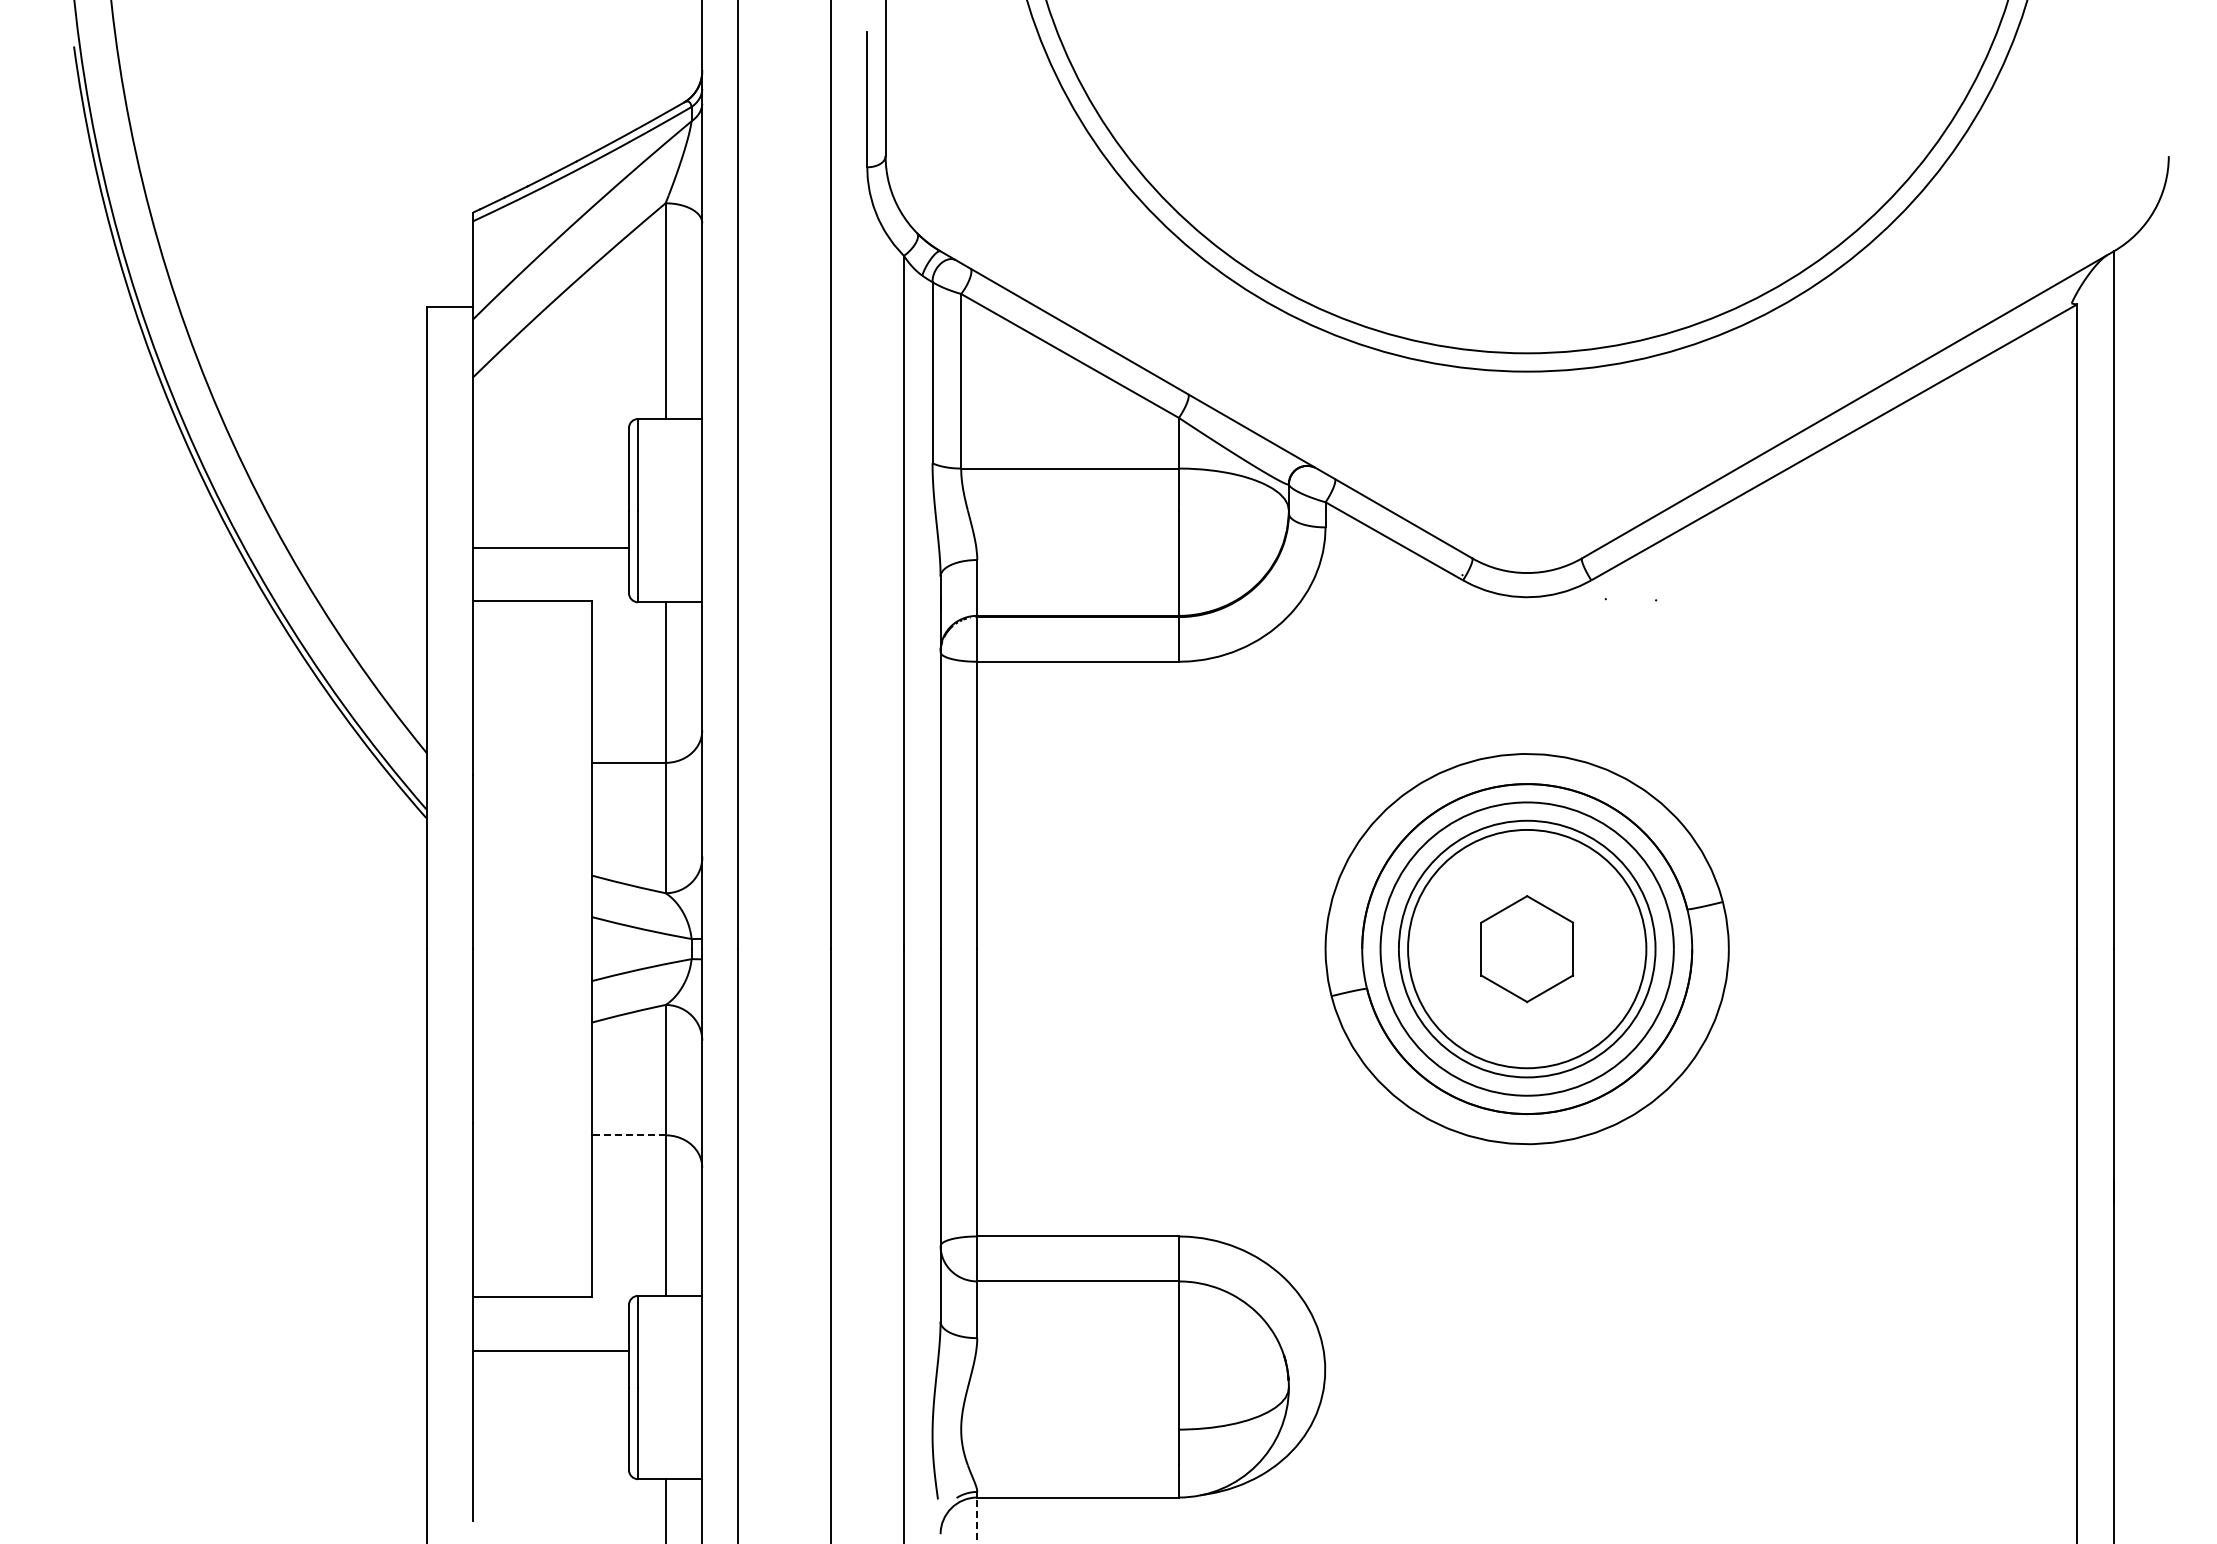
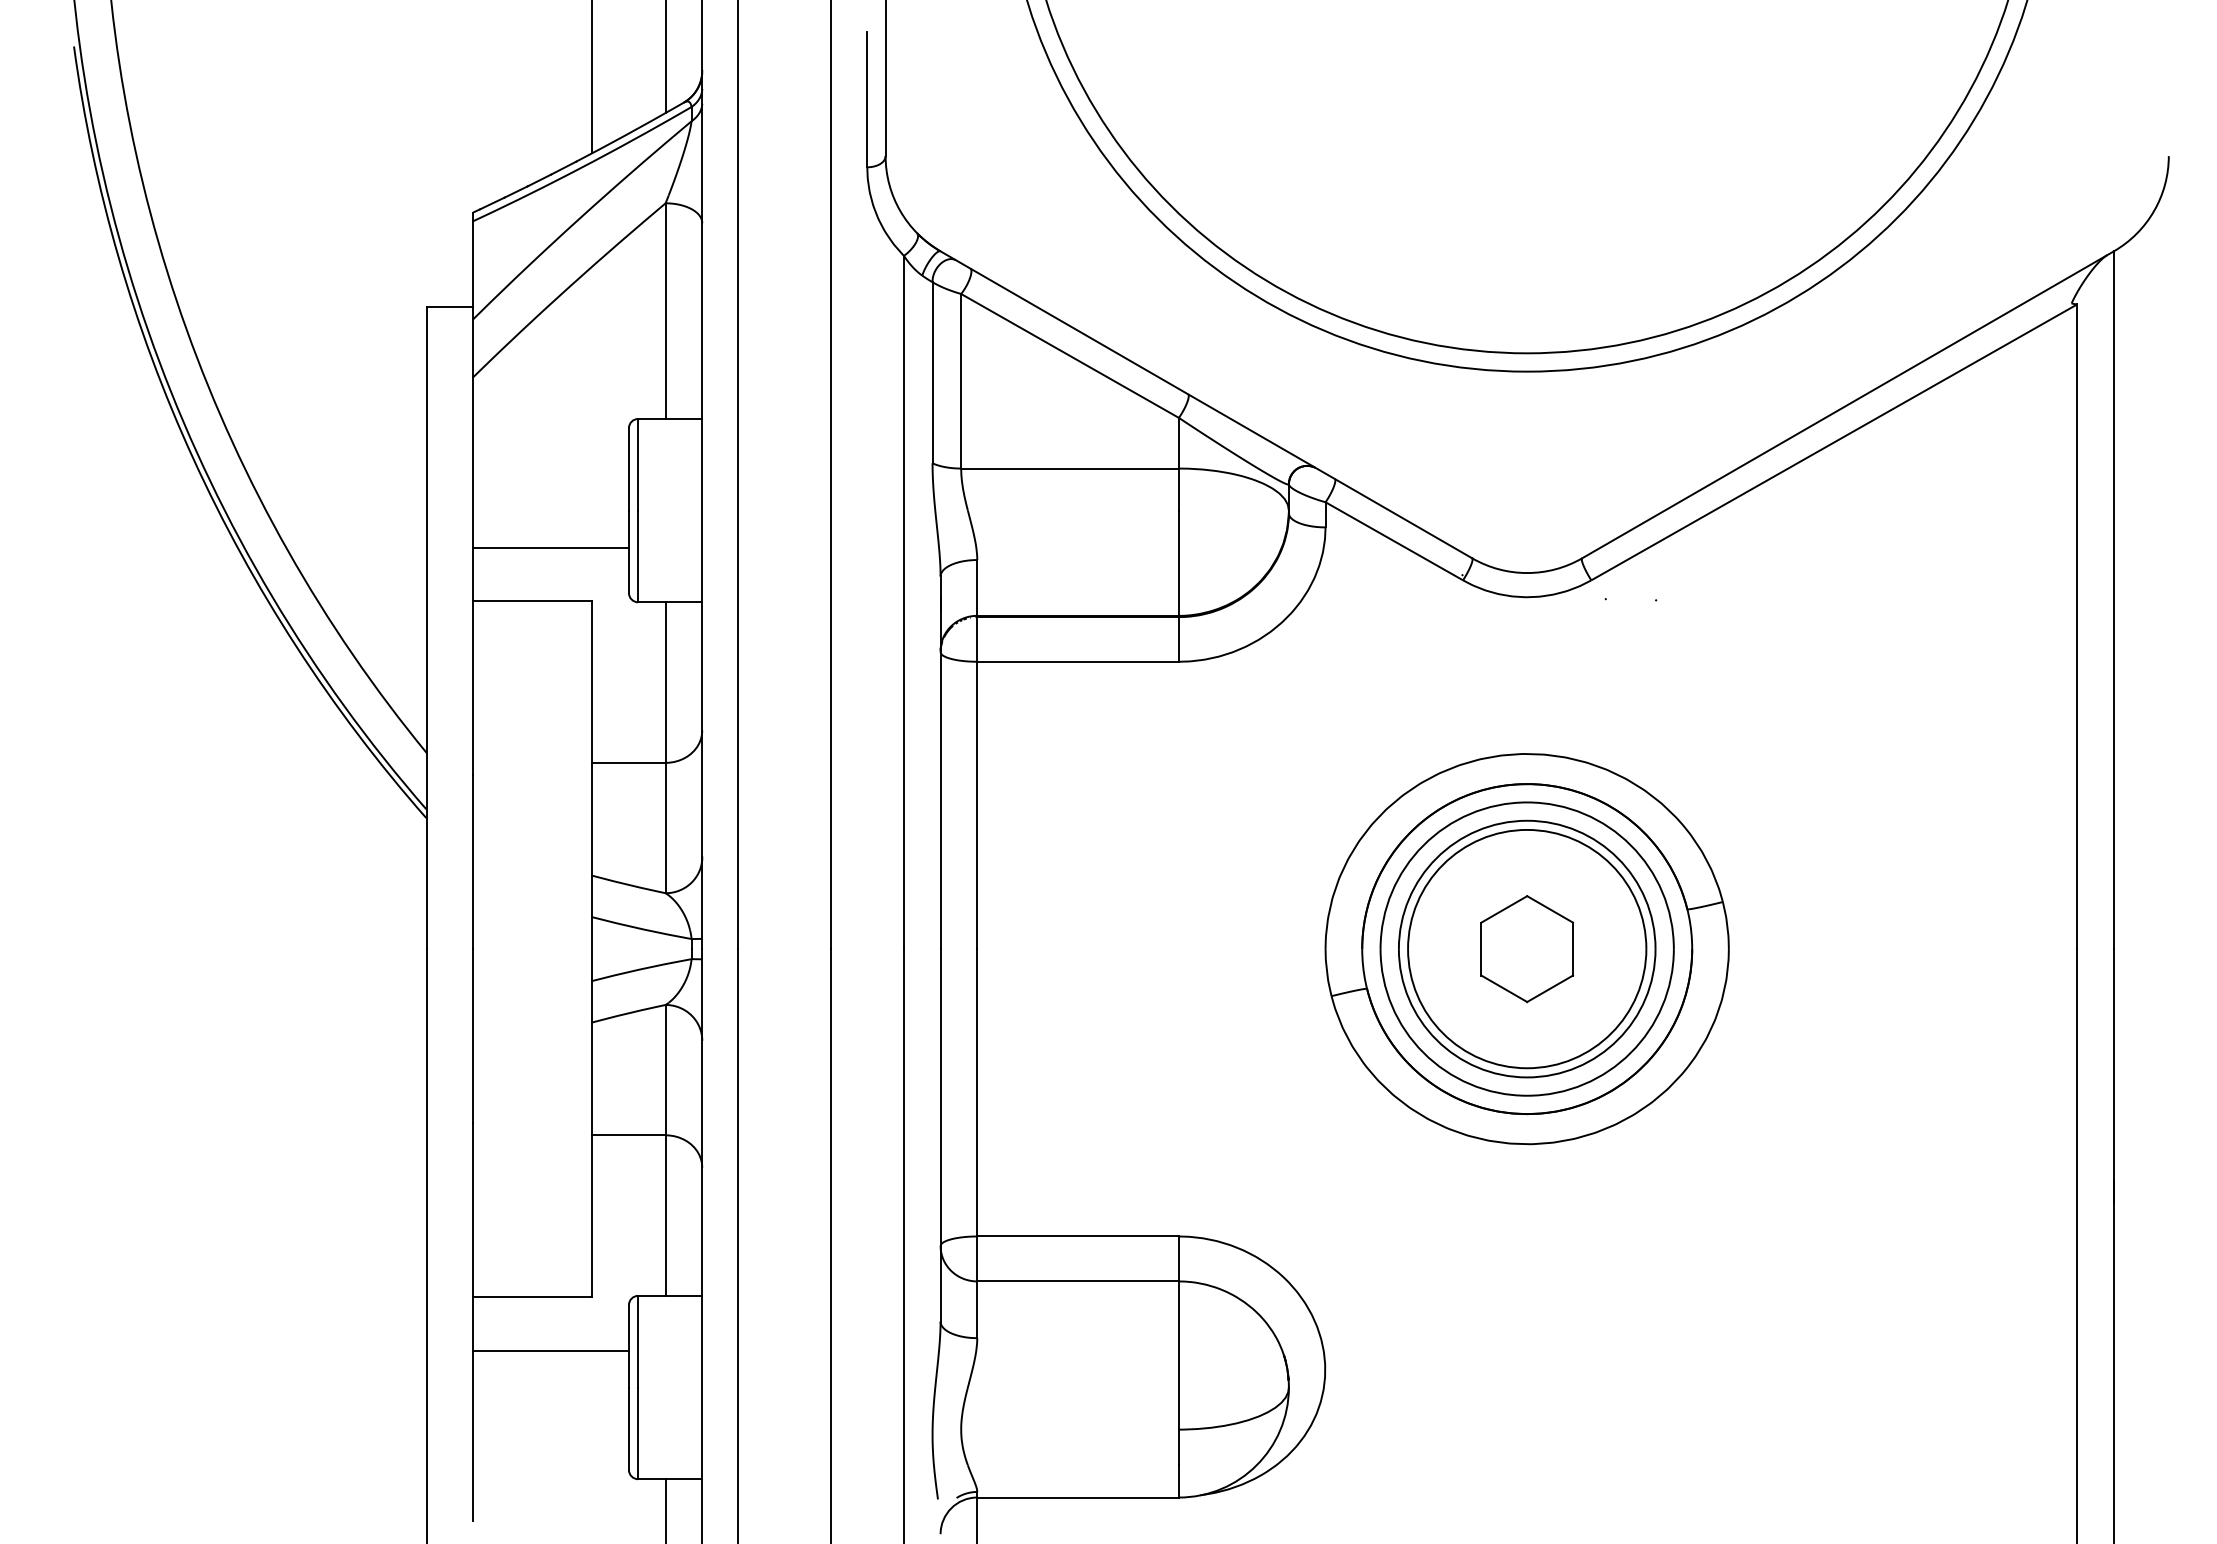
line at (665, 57): none -> present
line at (592, 77): none -> present
line at (628, 1135): dashed -> solid
line at (977, 1520): dashed -> solid
